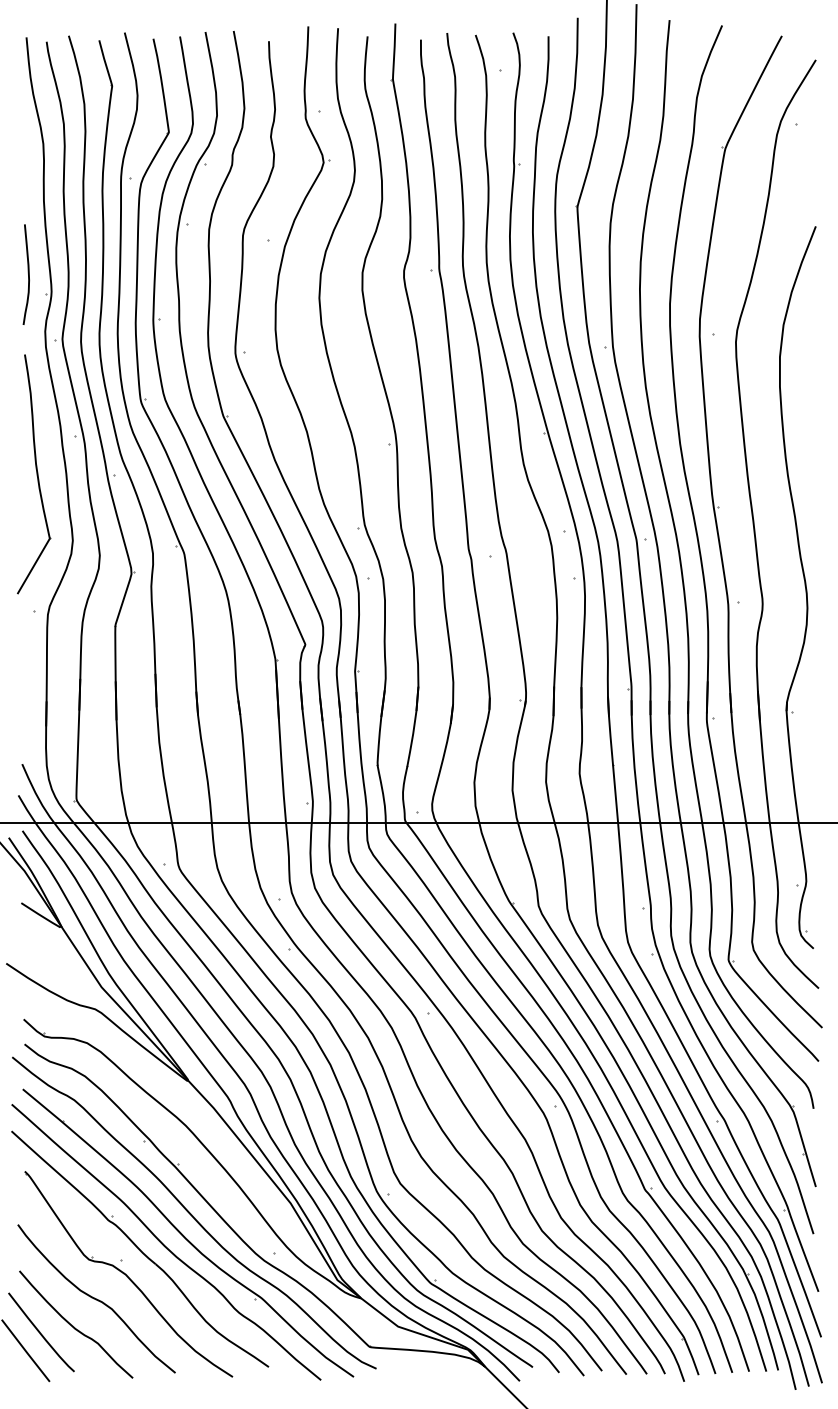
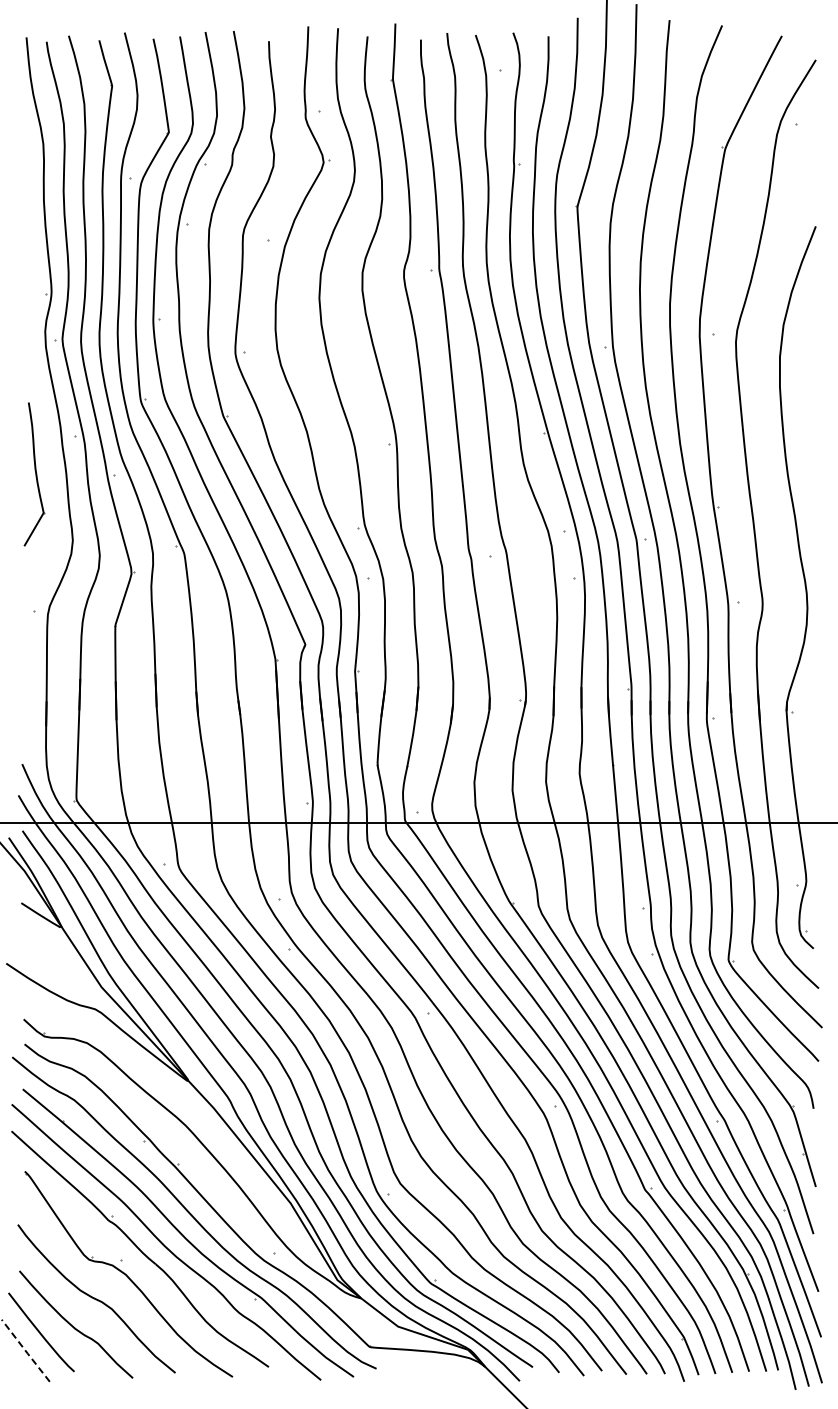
curve at (27, 272): present -> none
part at (34, 474) size: 35x241 px -> 23x145 px
line at (25, 1351): solid -> dashed
